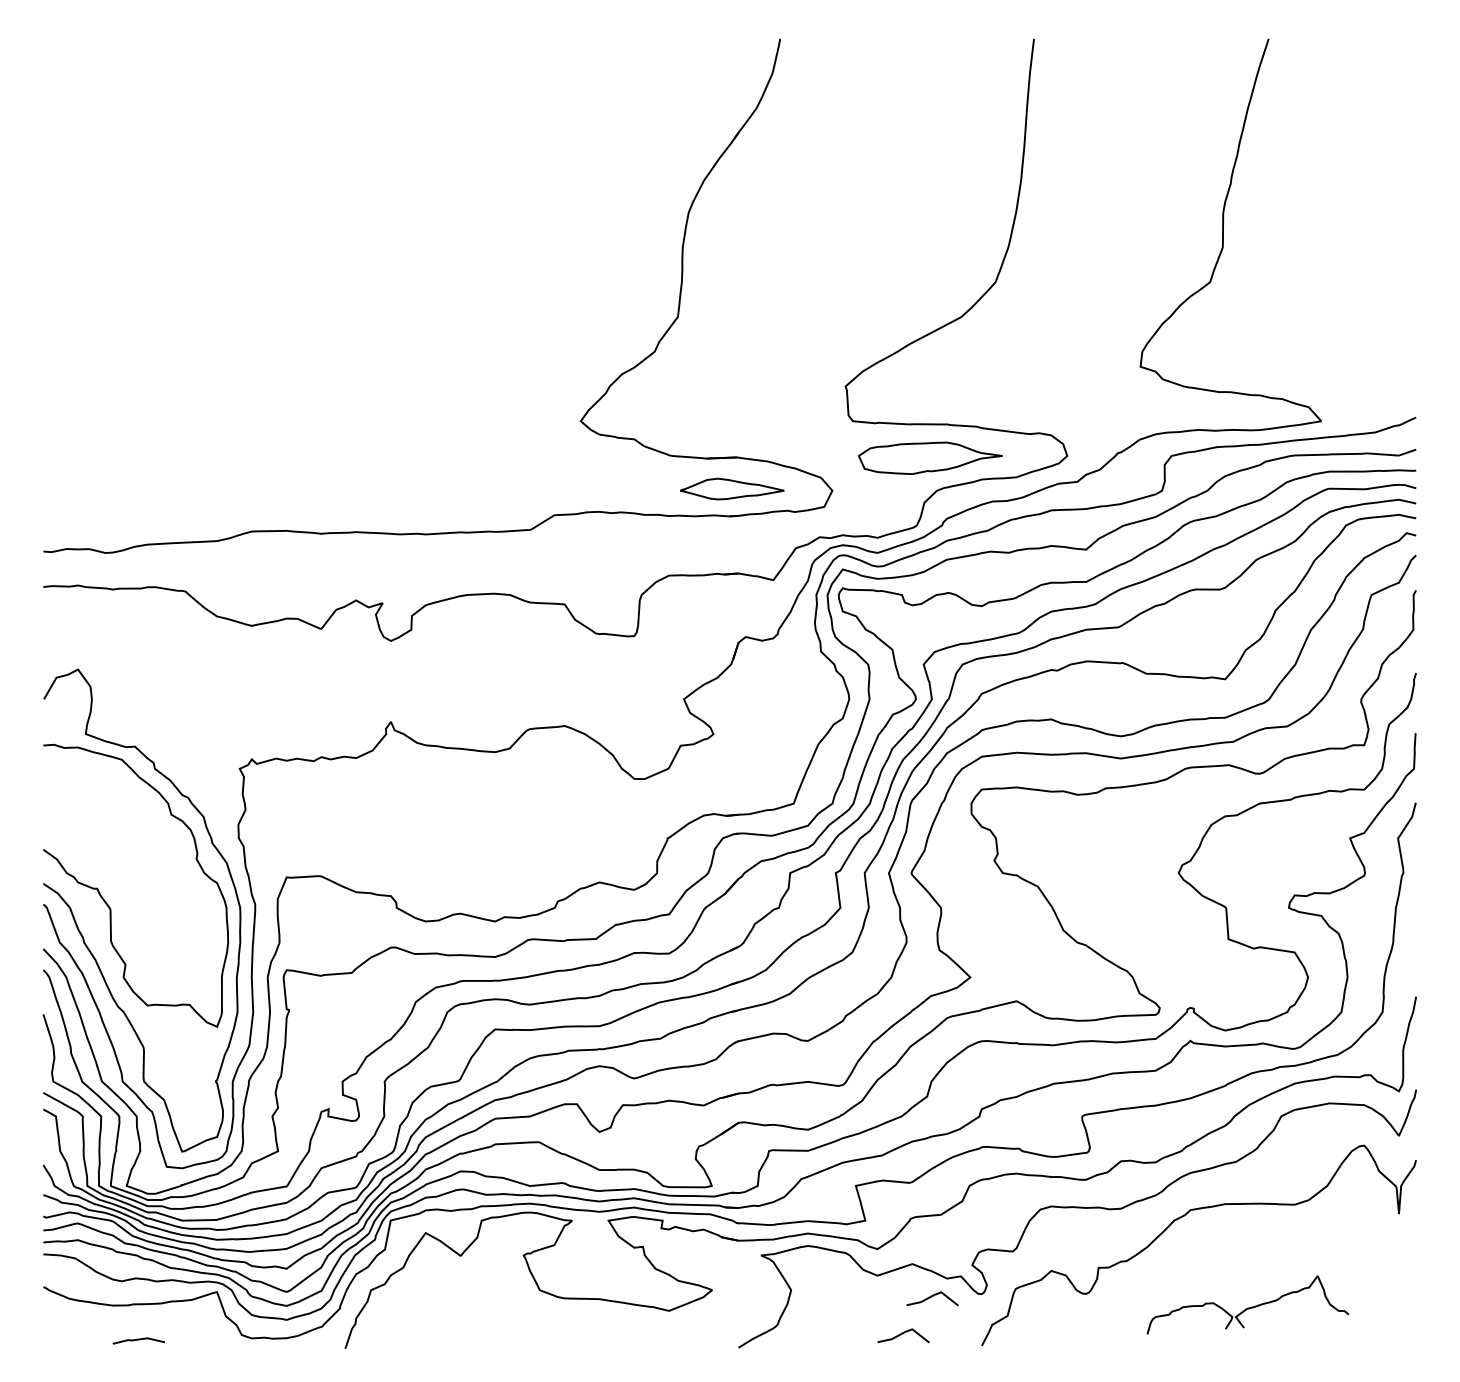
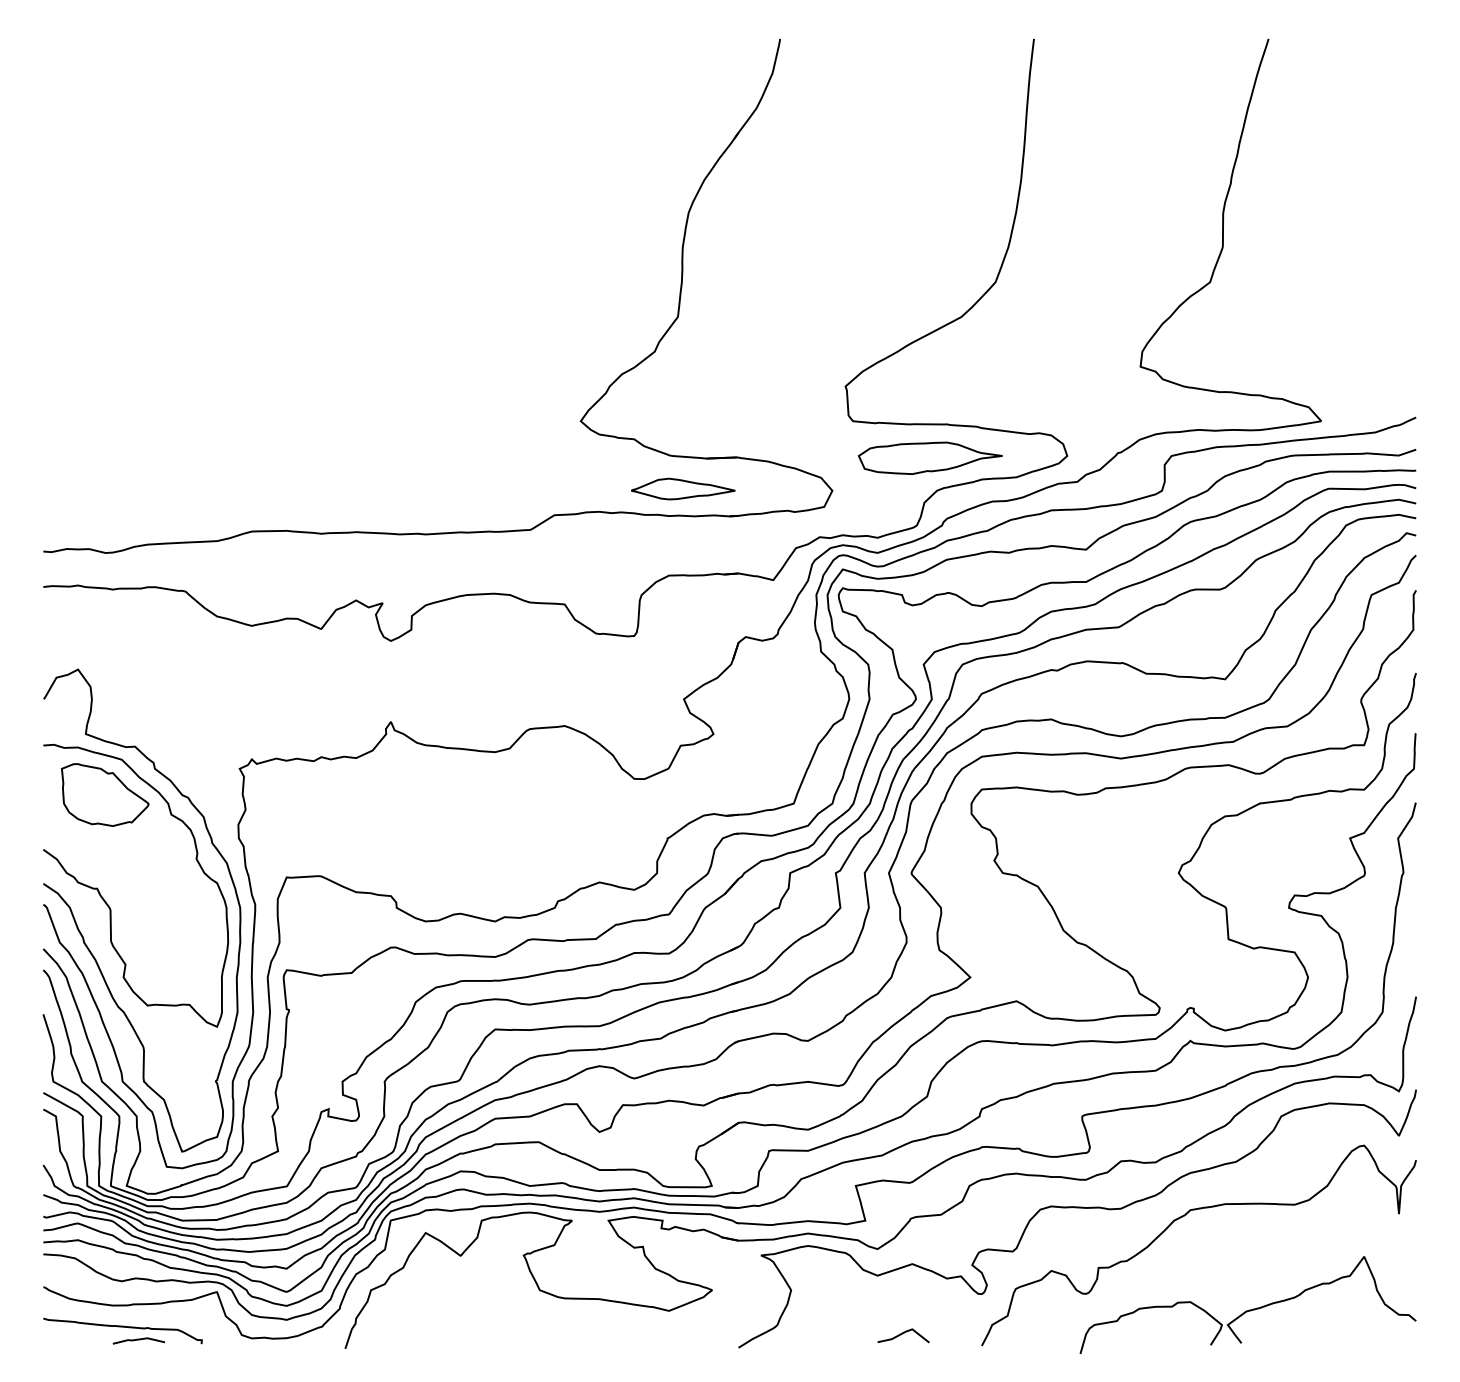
part at (732, 488) position: (732, 488) -> (683, 488)
part at (105, 794): none -> present
line at (931, 1297): present -> none
part at (1247, 1304) size: 204x60 px -> 338x98 px
curve at (122, 1327): none -> present
